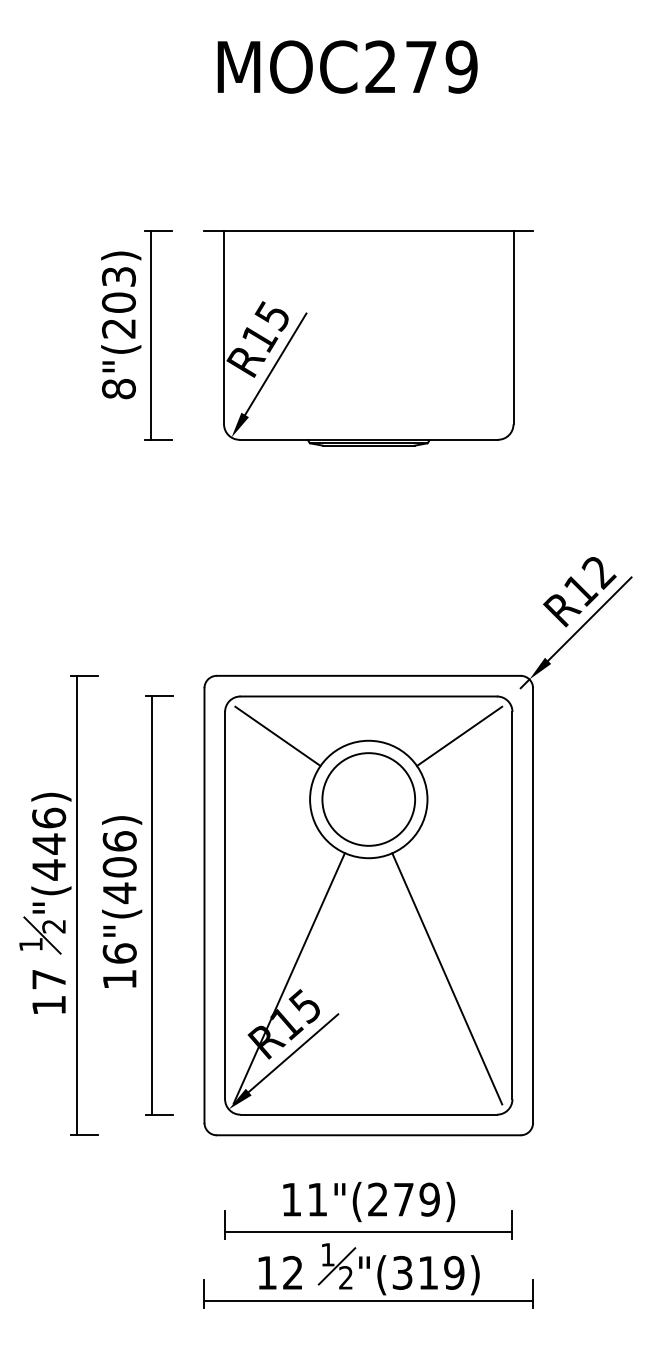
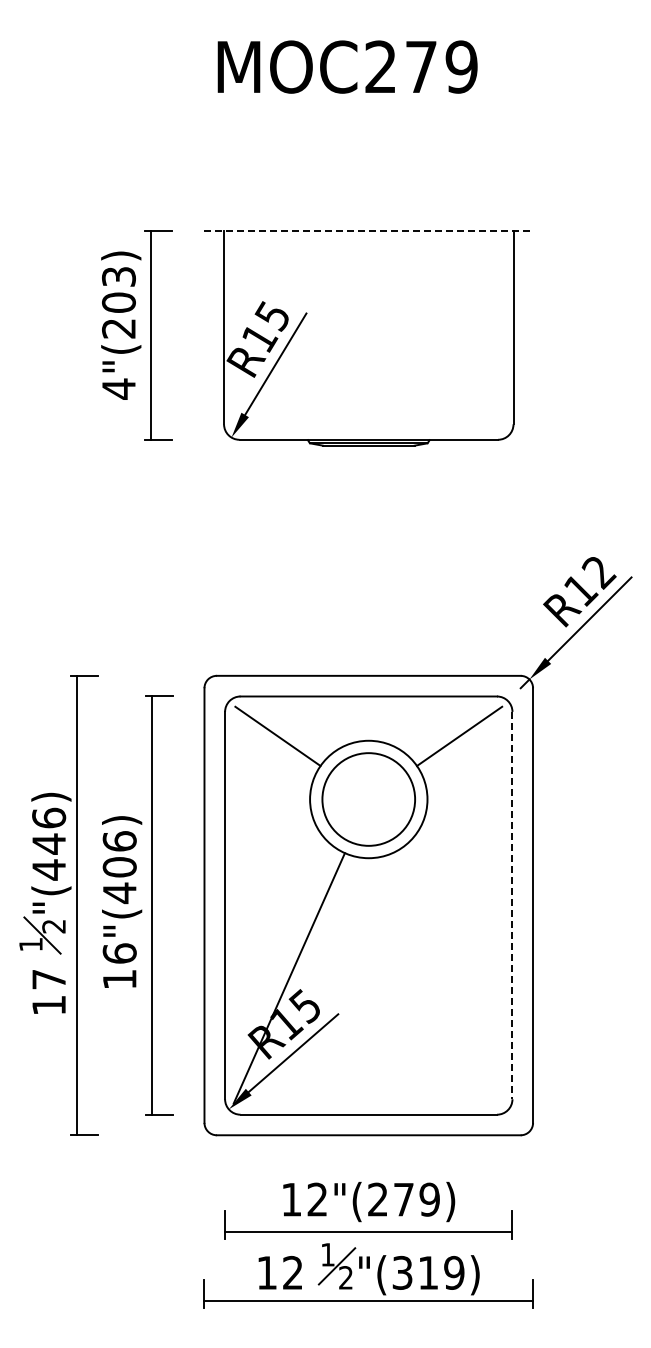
line at (369, 230): solid -> dashed
text at (118, 388): 8"(203) -> 4"(203)
line at (512, 905): solid -> dashed
line at (447, 978): present -> none
text at (316, 1199): 11"(279) -> 12"(279)
